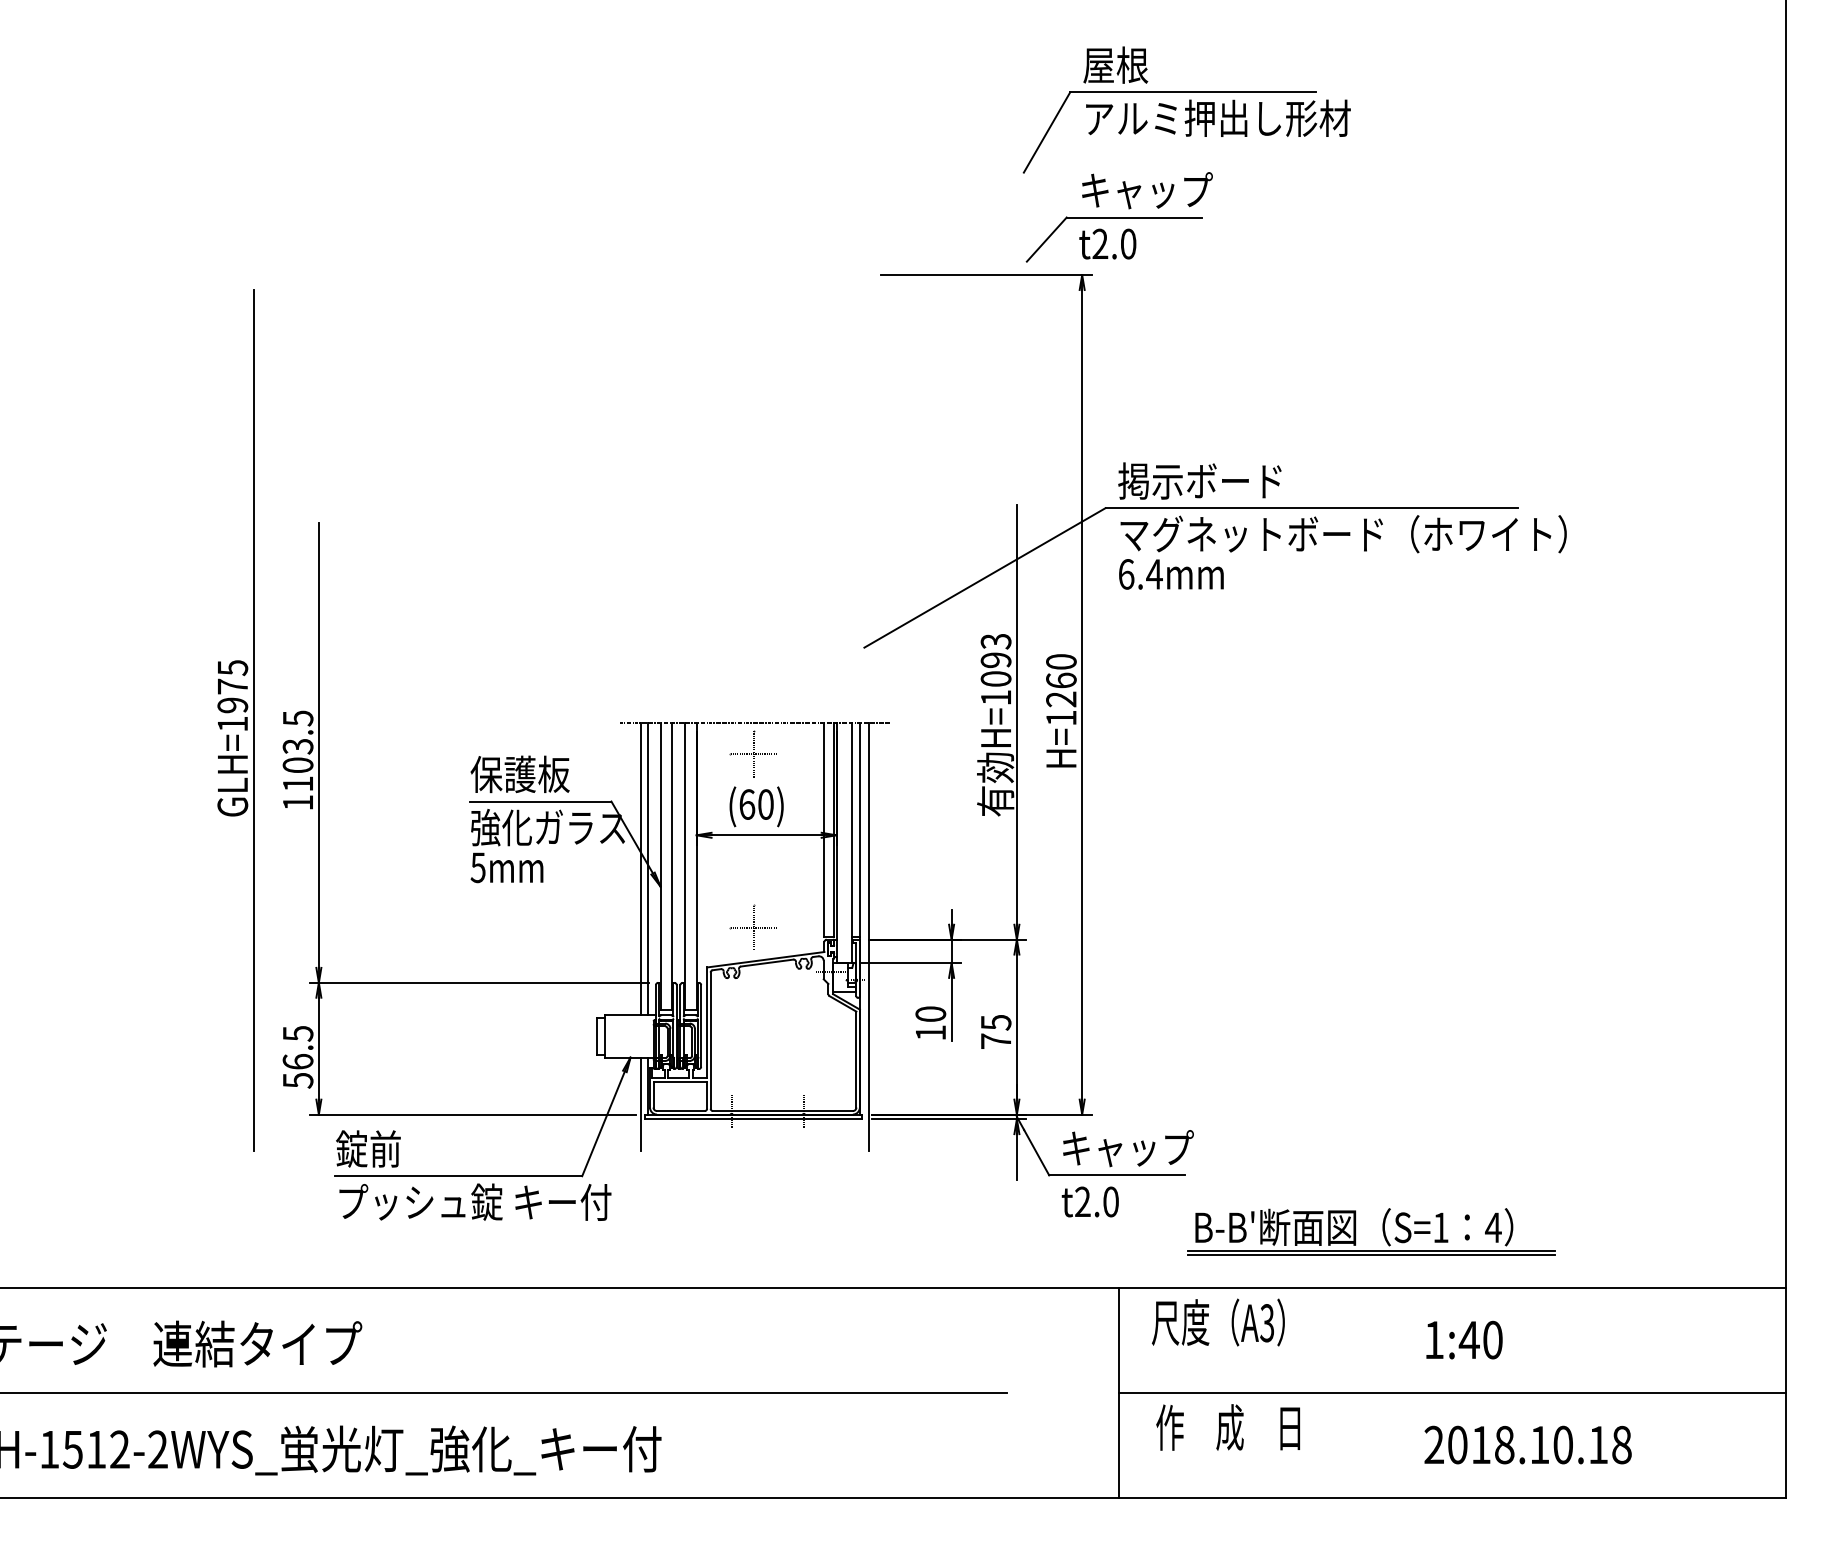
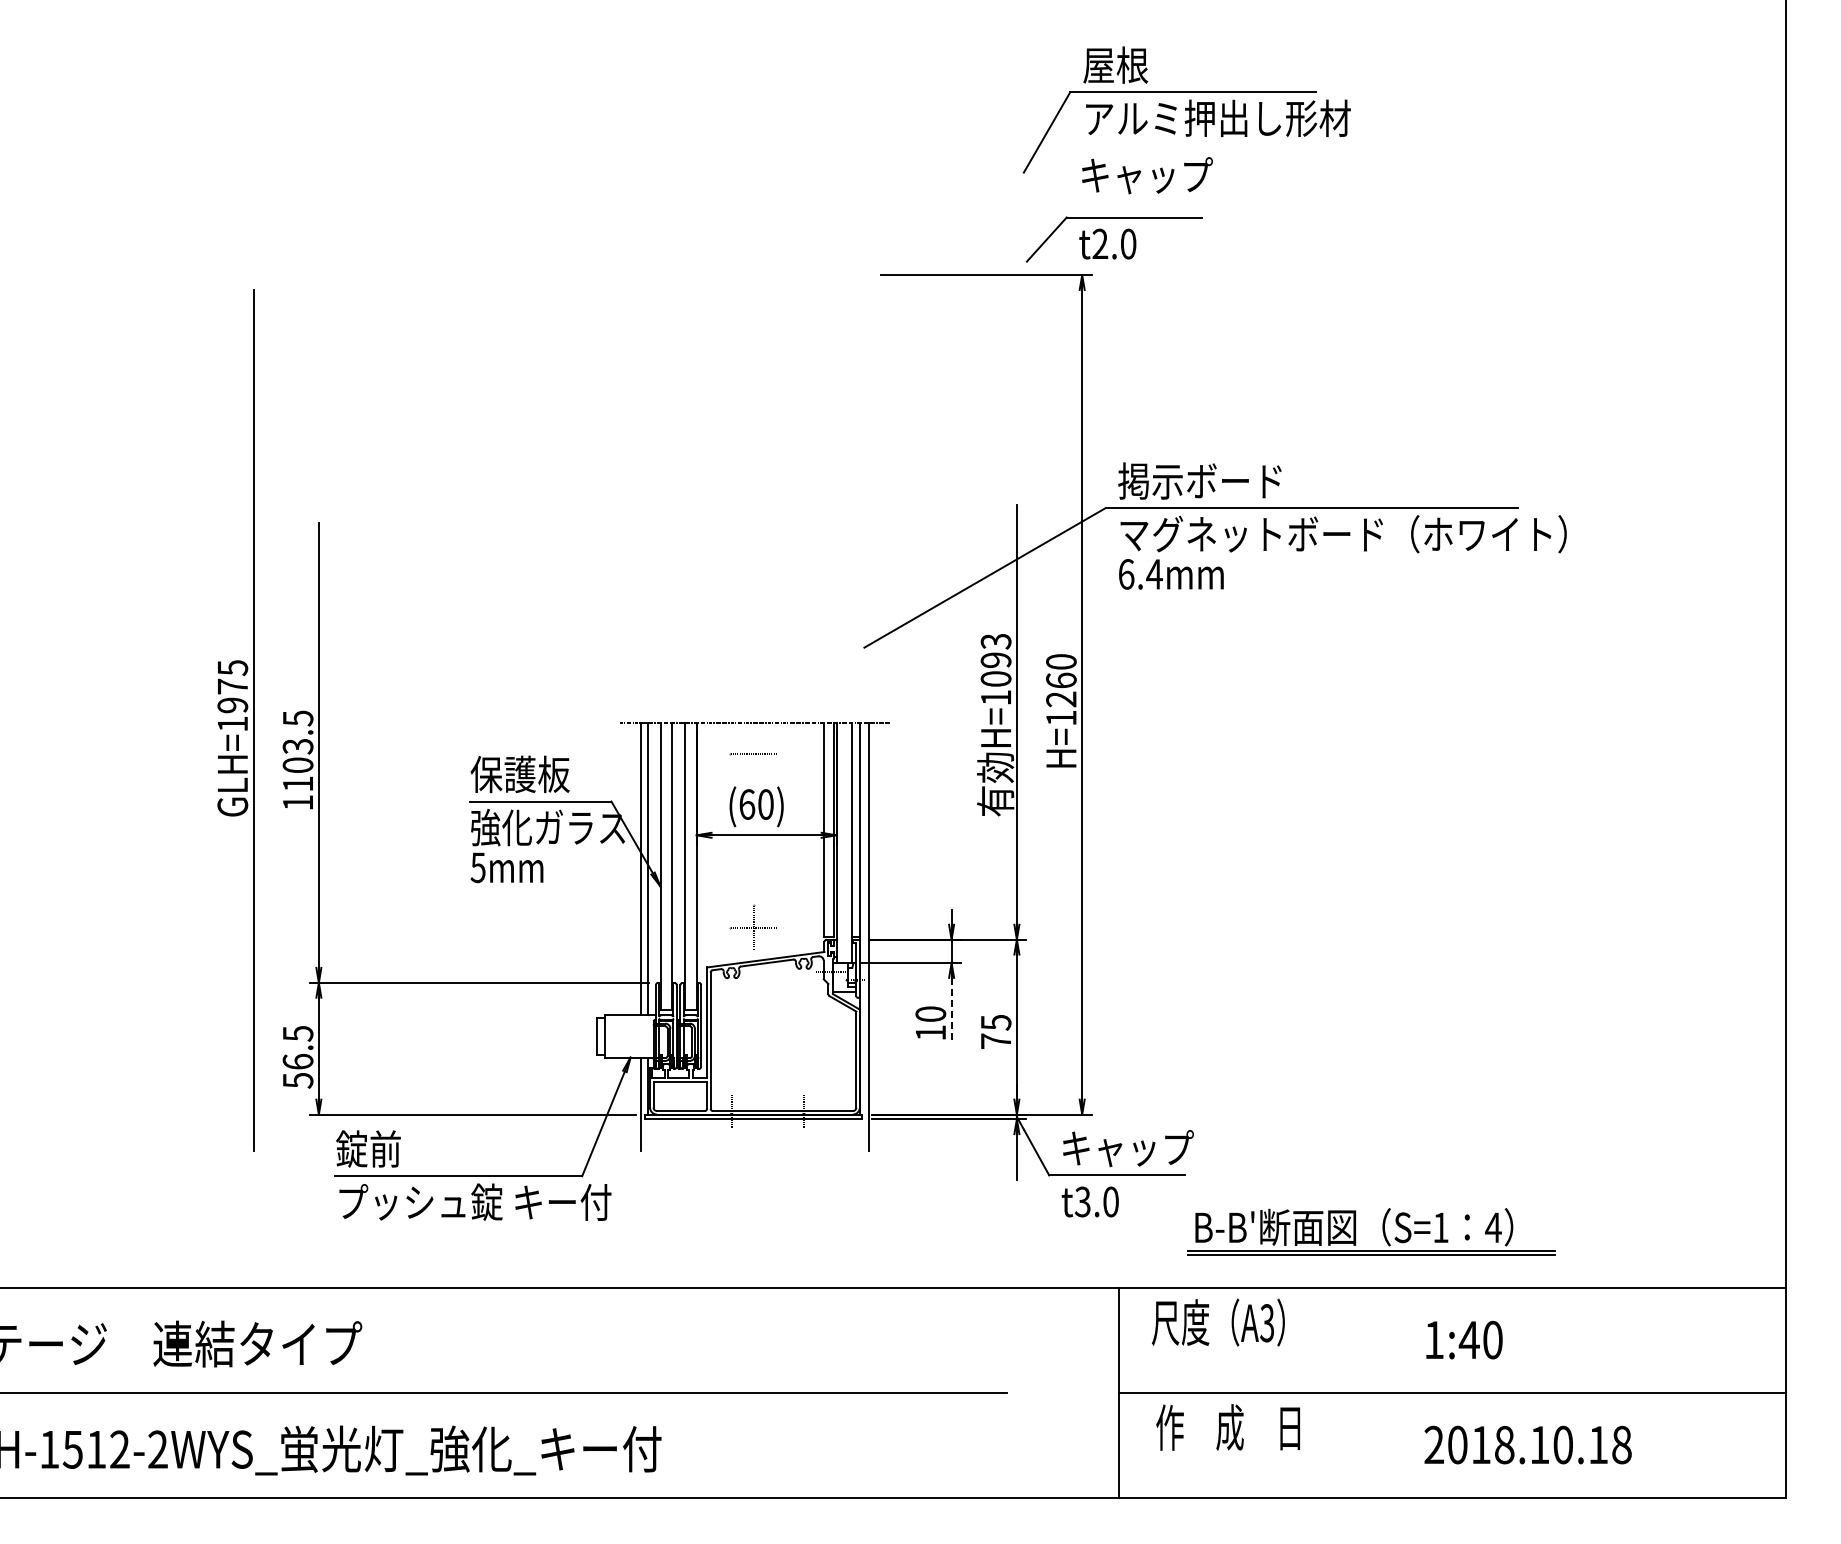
text at (1147, 190) position: (1147, 190) -> (1147, 175)
line at (753, 753): present -> none
line at (951, 1009): solid -> dashed
text at (1082, 1202): t2.0 -> t3.0
